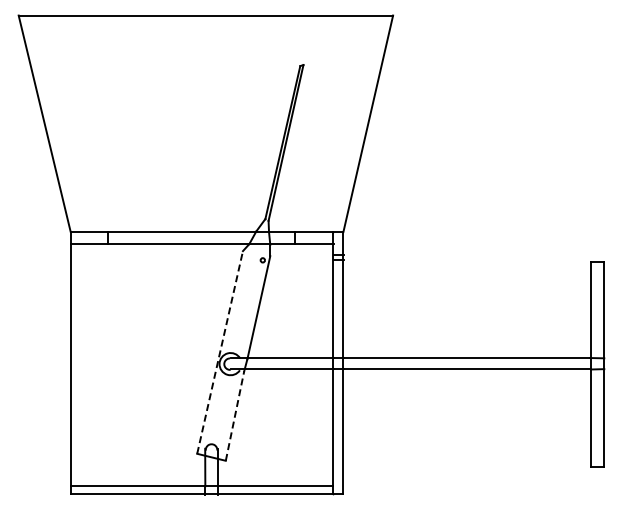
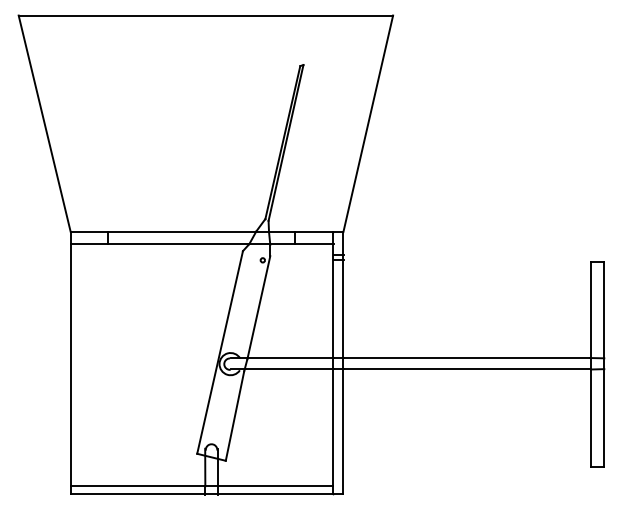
line at (220, 352): dashed -> solid
line at (235, 416): dashed -> solid
